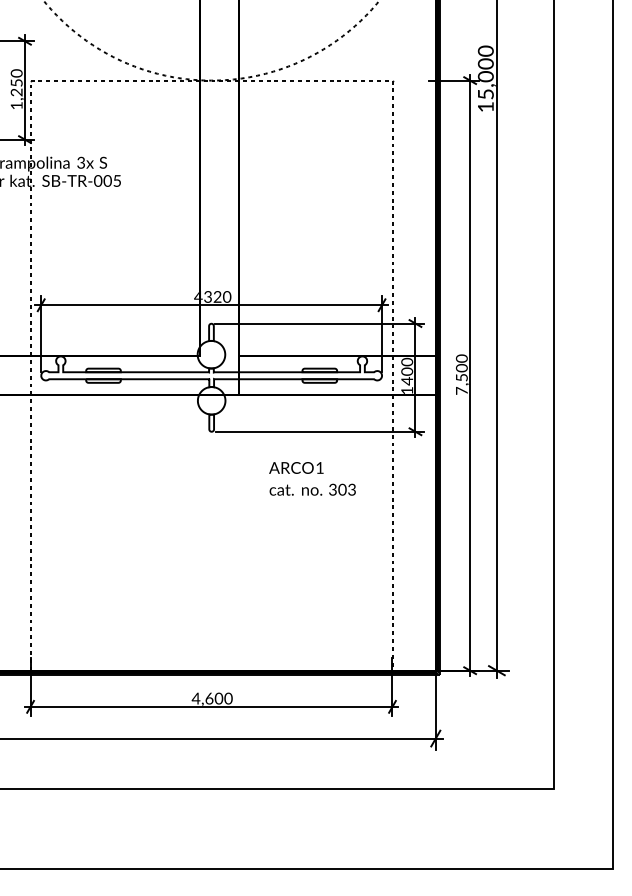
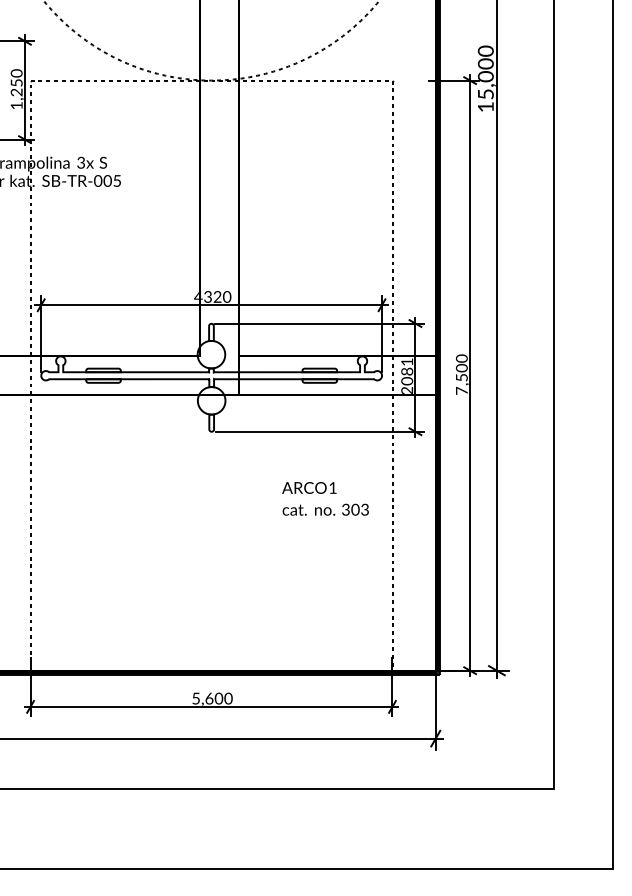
text at (407, 375): 1400 -> 2081
text at (312, 478) position: (312, 478) -> (325, 498)
text at (195, 698): 4,600 -> 5,600
